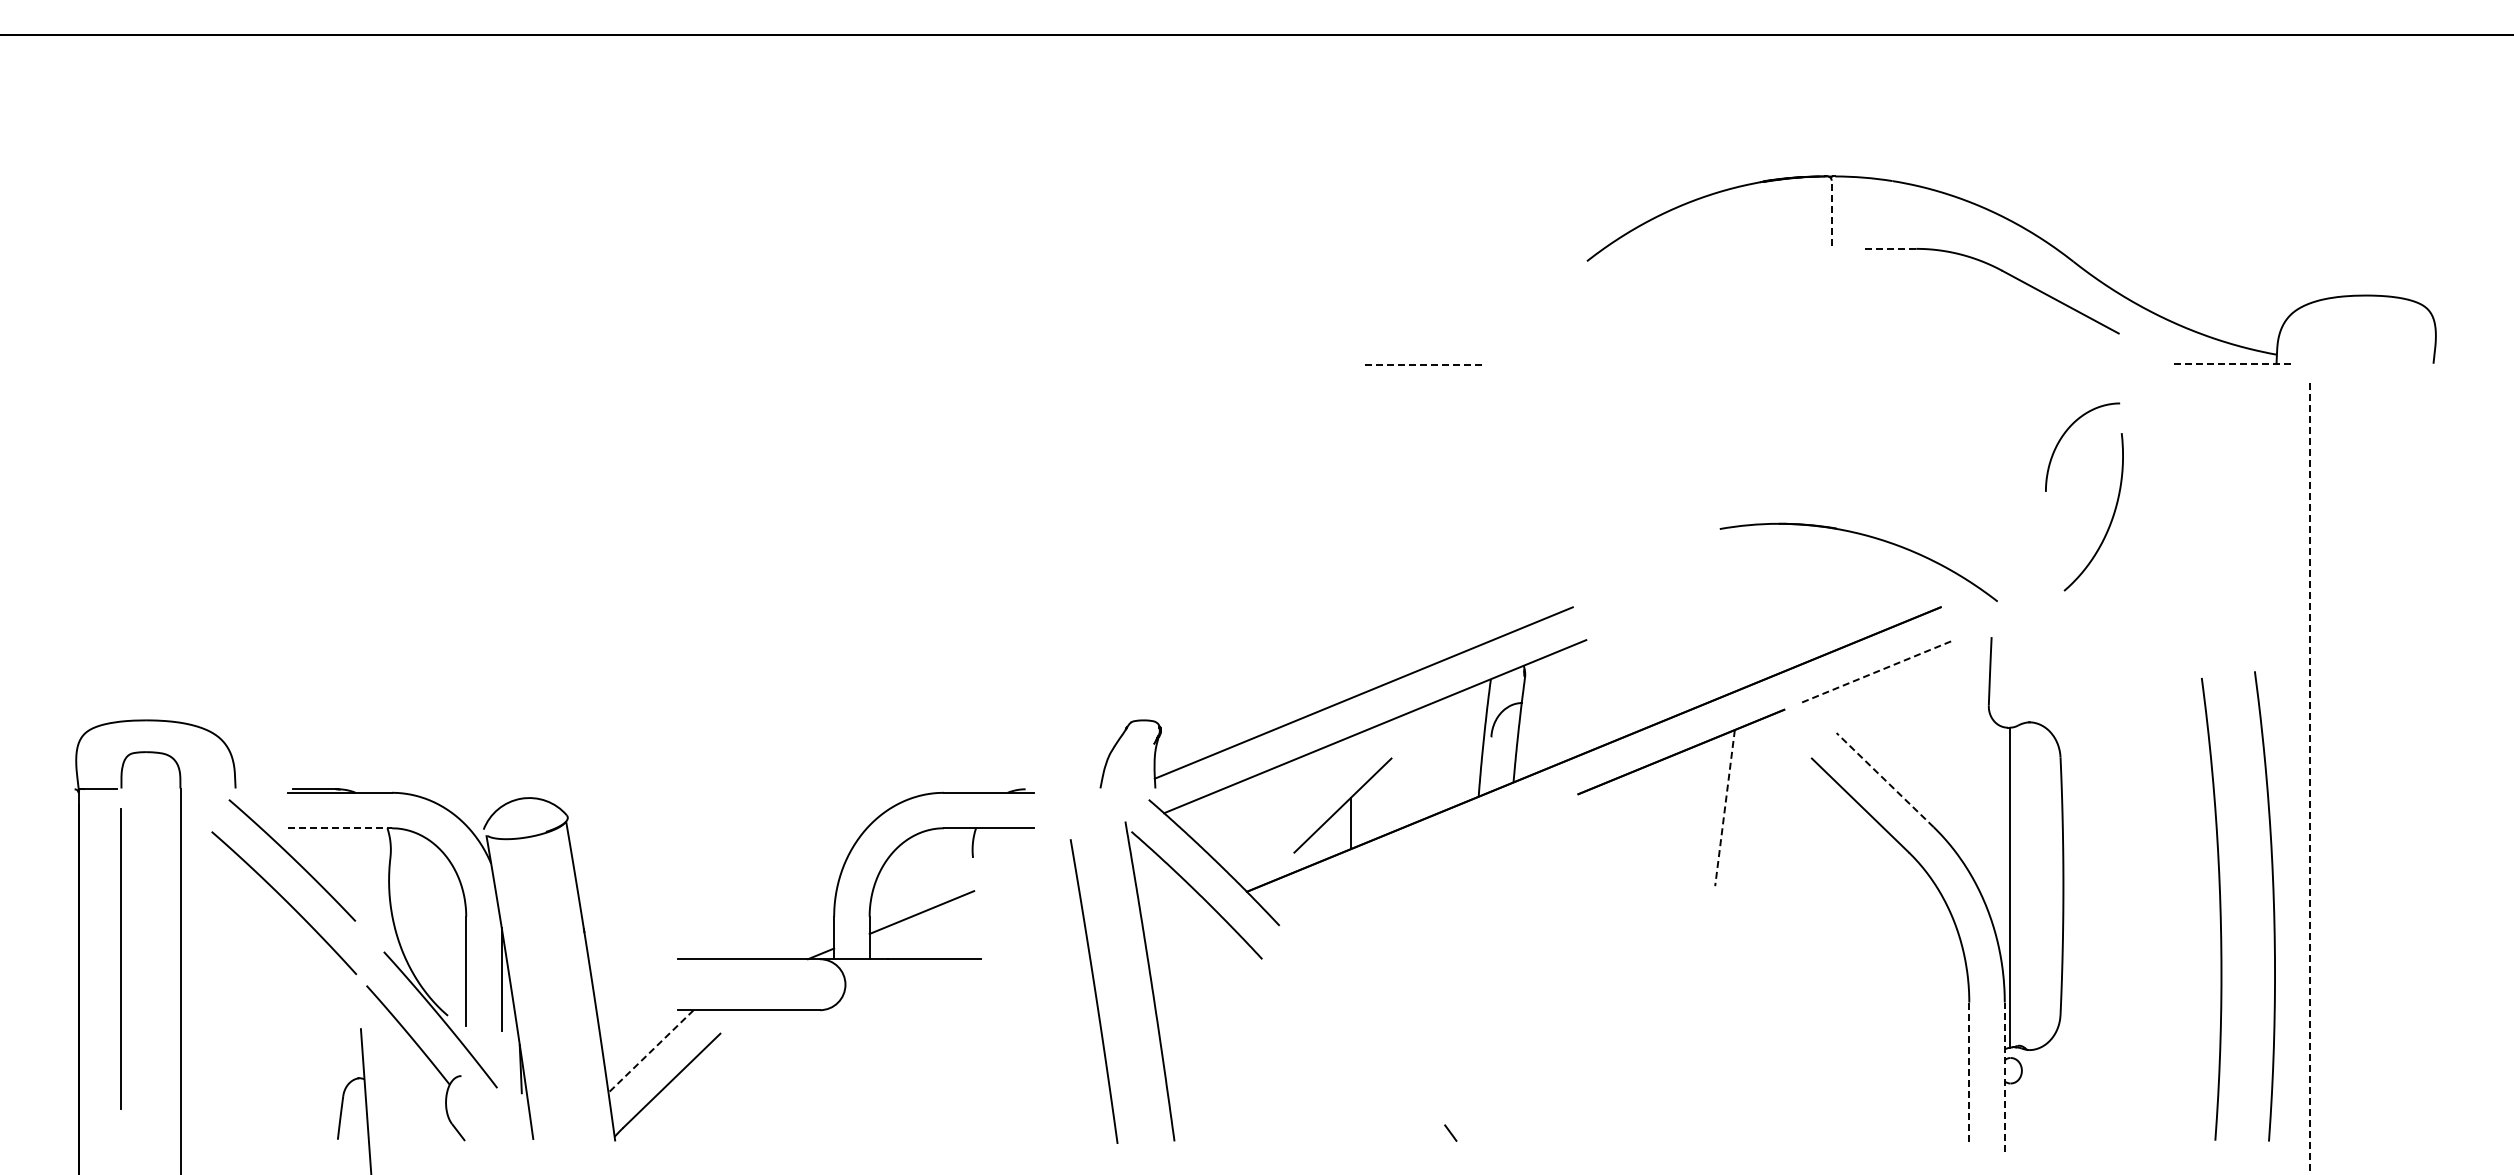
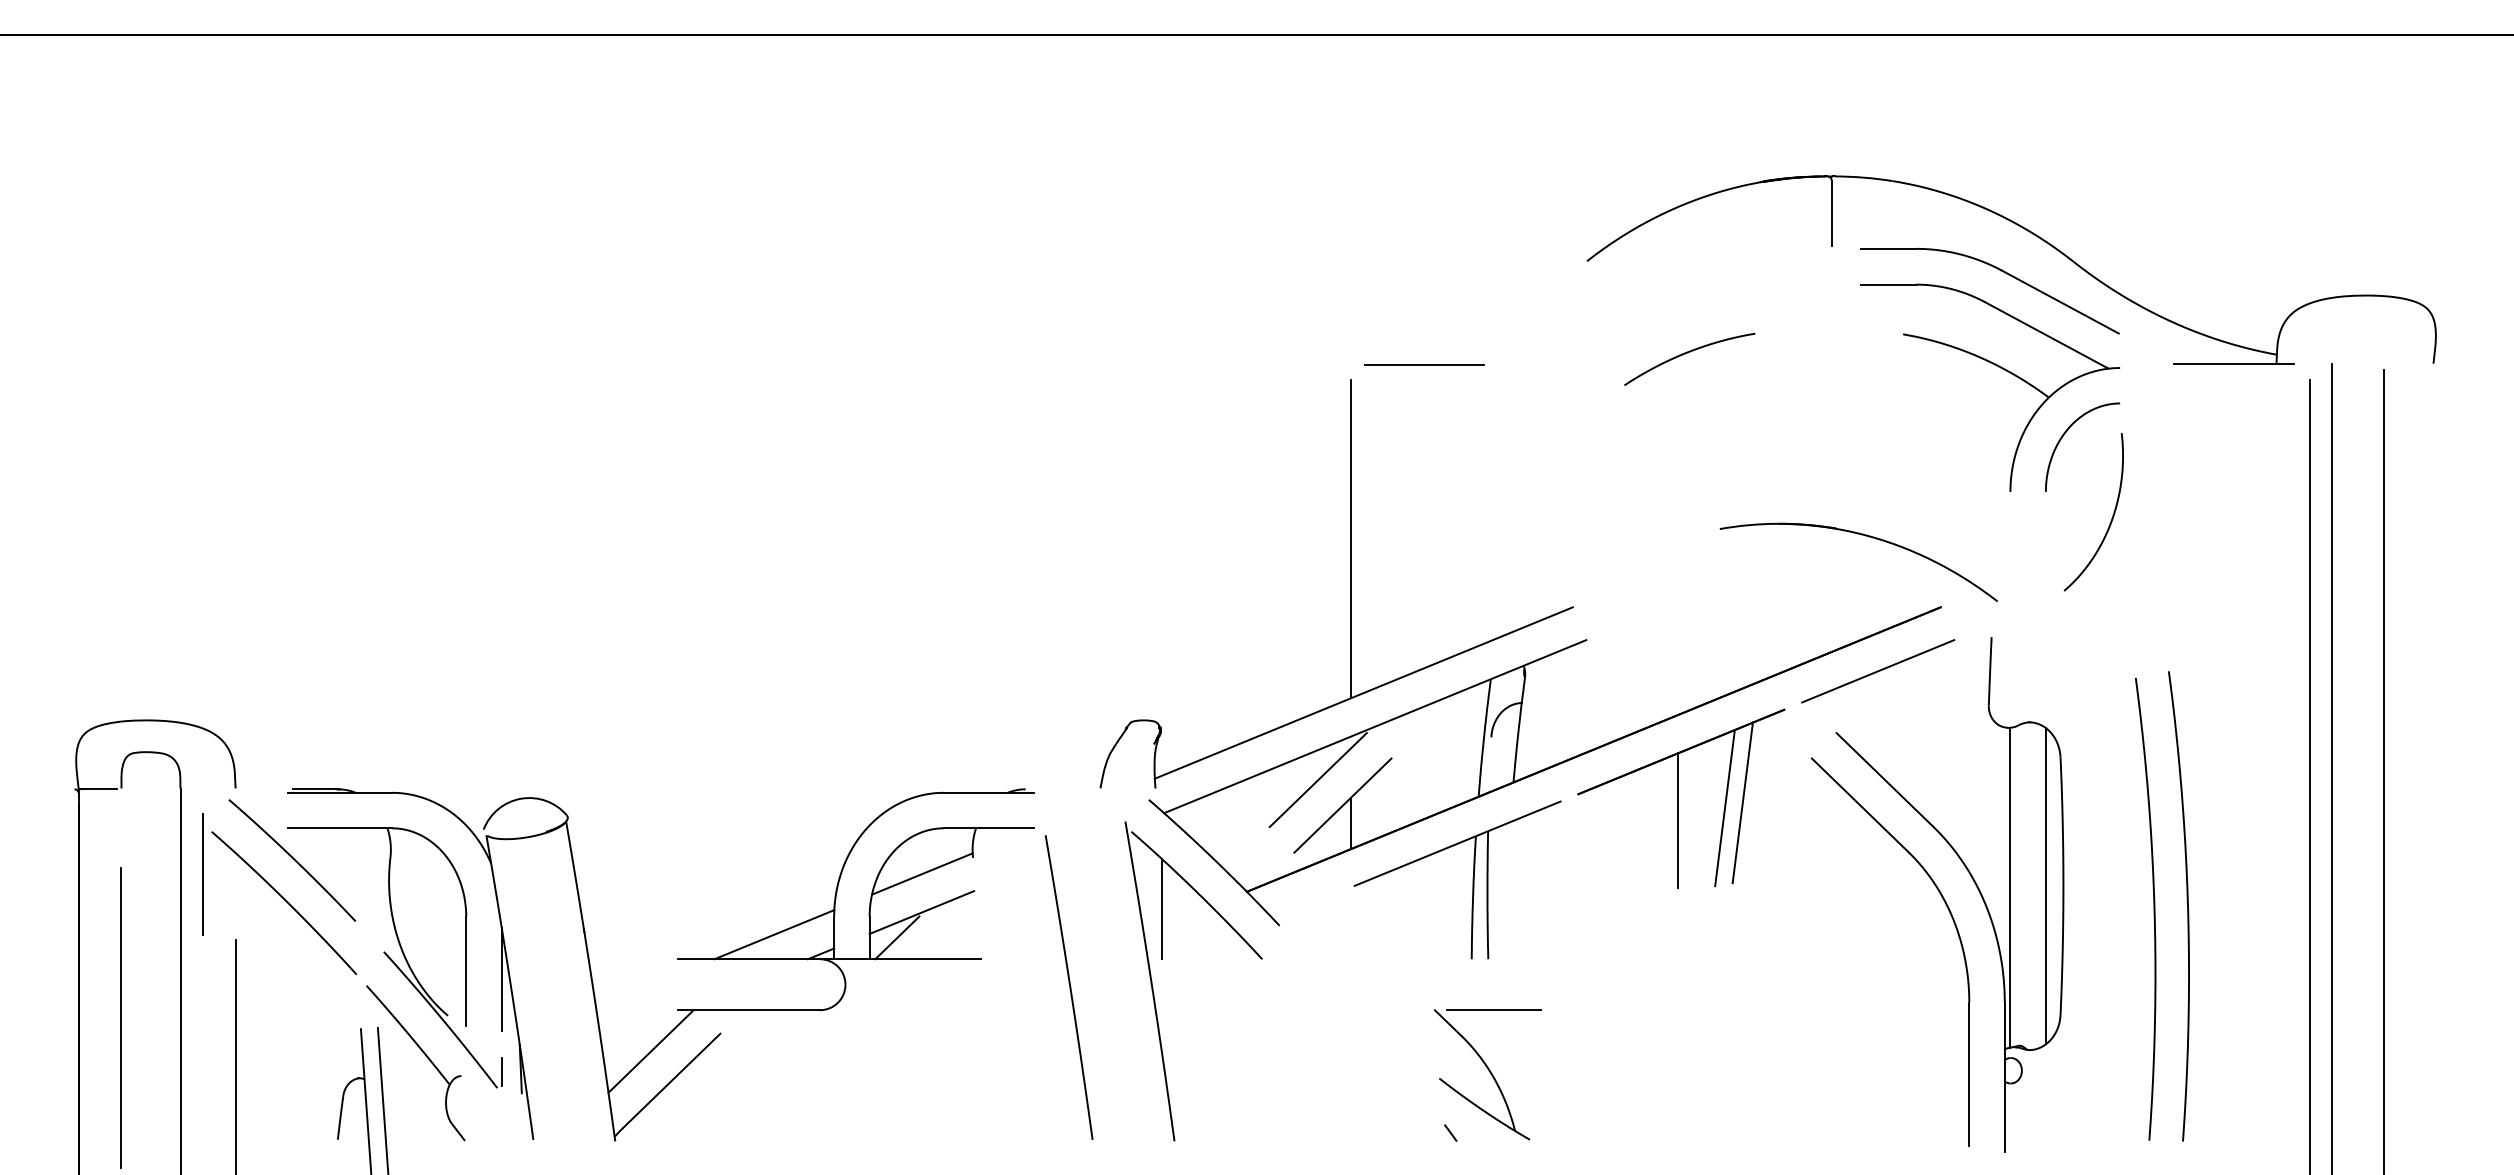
line at (1831, 212): dashed -> solid
line at (1888, 248): dashed -> solid
curve at (1688, 353): none -> present
line at (1424, 364): dashed -> solid
line at (2234, 364): dashed -> solid
part at (2000, 368): none -> present
line at (1350, 539): none -> present
line at (1878, 671): dashed -> solid
line at (2331, 767): none -> present
line at (2384, 770): none -> present
line at (2310, 777): dashed -> solid
line at (1317, 780): none -> present
line at (1885, 780): dashed -> solid
line at (1742, 802): none -> present
line at (1725, 808): dashed -> solid
line at (1677, 820): none -> present
line at (340, 828): dashed -> solid
line at (922, 873): none -> present
line at (202, 874): none -> present
part at (1472, 879): none -> present
line at (2045, 886): none -> present
curve at (2273, 906) position: (2273, 906) -> (2187, 906)
line at (1161, 908): none -> present
curve at (2219, 909) position: (2219, 909) -> (2153, 909)
line at (774, 934): none -> present
line at (897, 937): none -> present
line at (120, 958) position: (120, 958) -> (120, 1017)
curve at (1094, 991) position: (1094, 991) -> (1069, 987)
line at (650, 1051): dashed -> solid
line at (235, 1055): none -> present
line at (501, 1071): none -> present
part at (1487, 1074): none -> present
line at (1969, 1074): dashed -> solid
line at (2004, 1077): dashed -> solid
line at (382, 1099): none -> present
